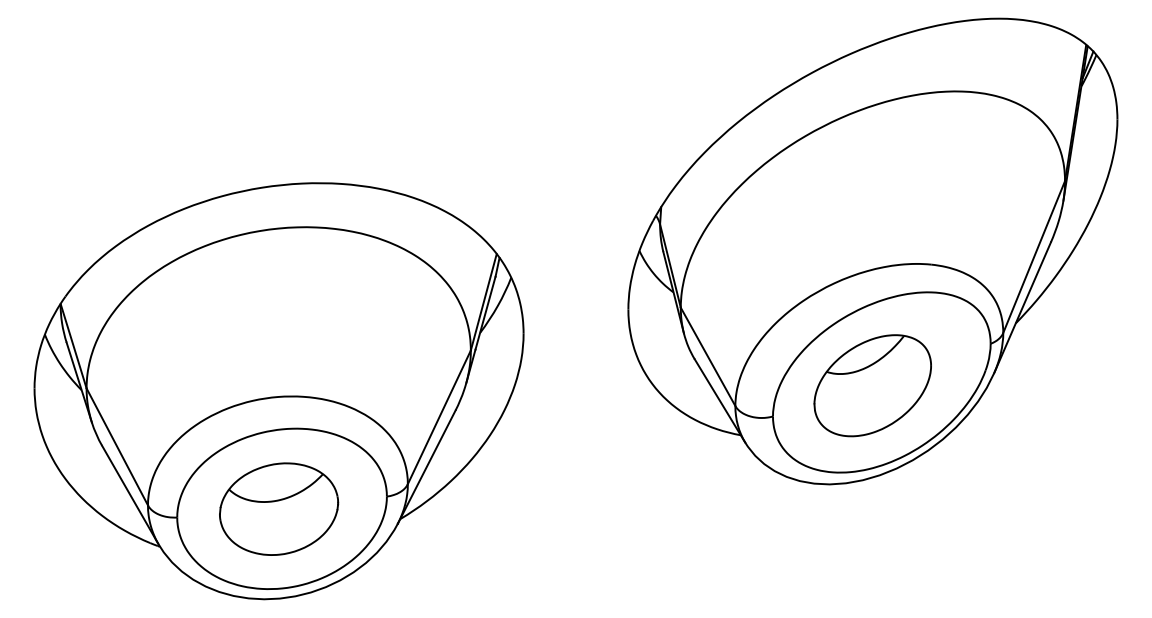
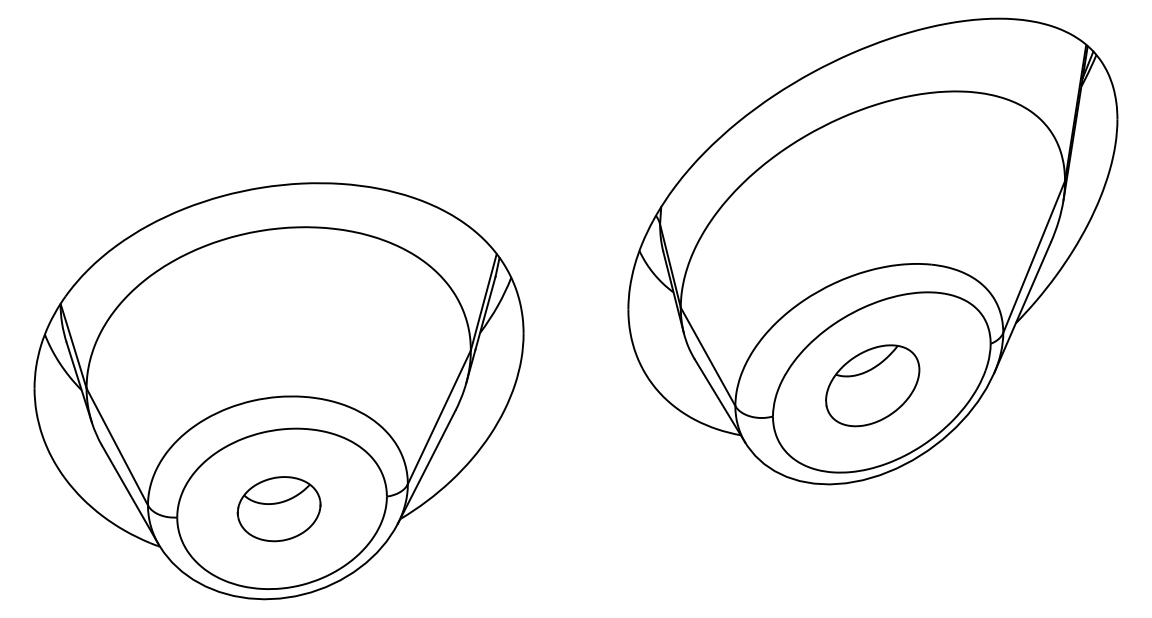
part at (872, 385) size: 119x104 px -> 96x84 px
part at (279, 508) size: 121x94 px -> 86x67 px
